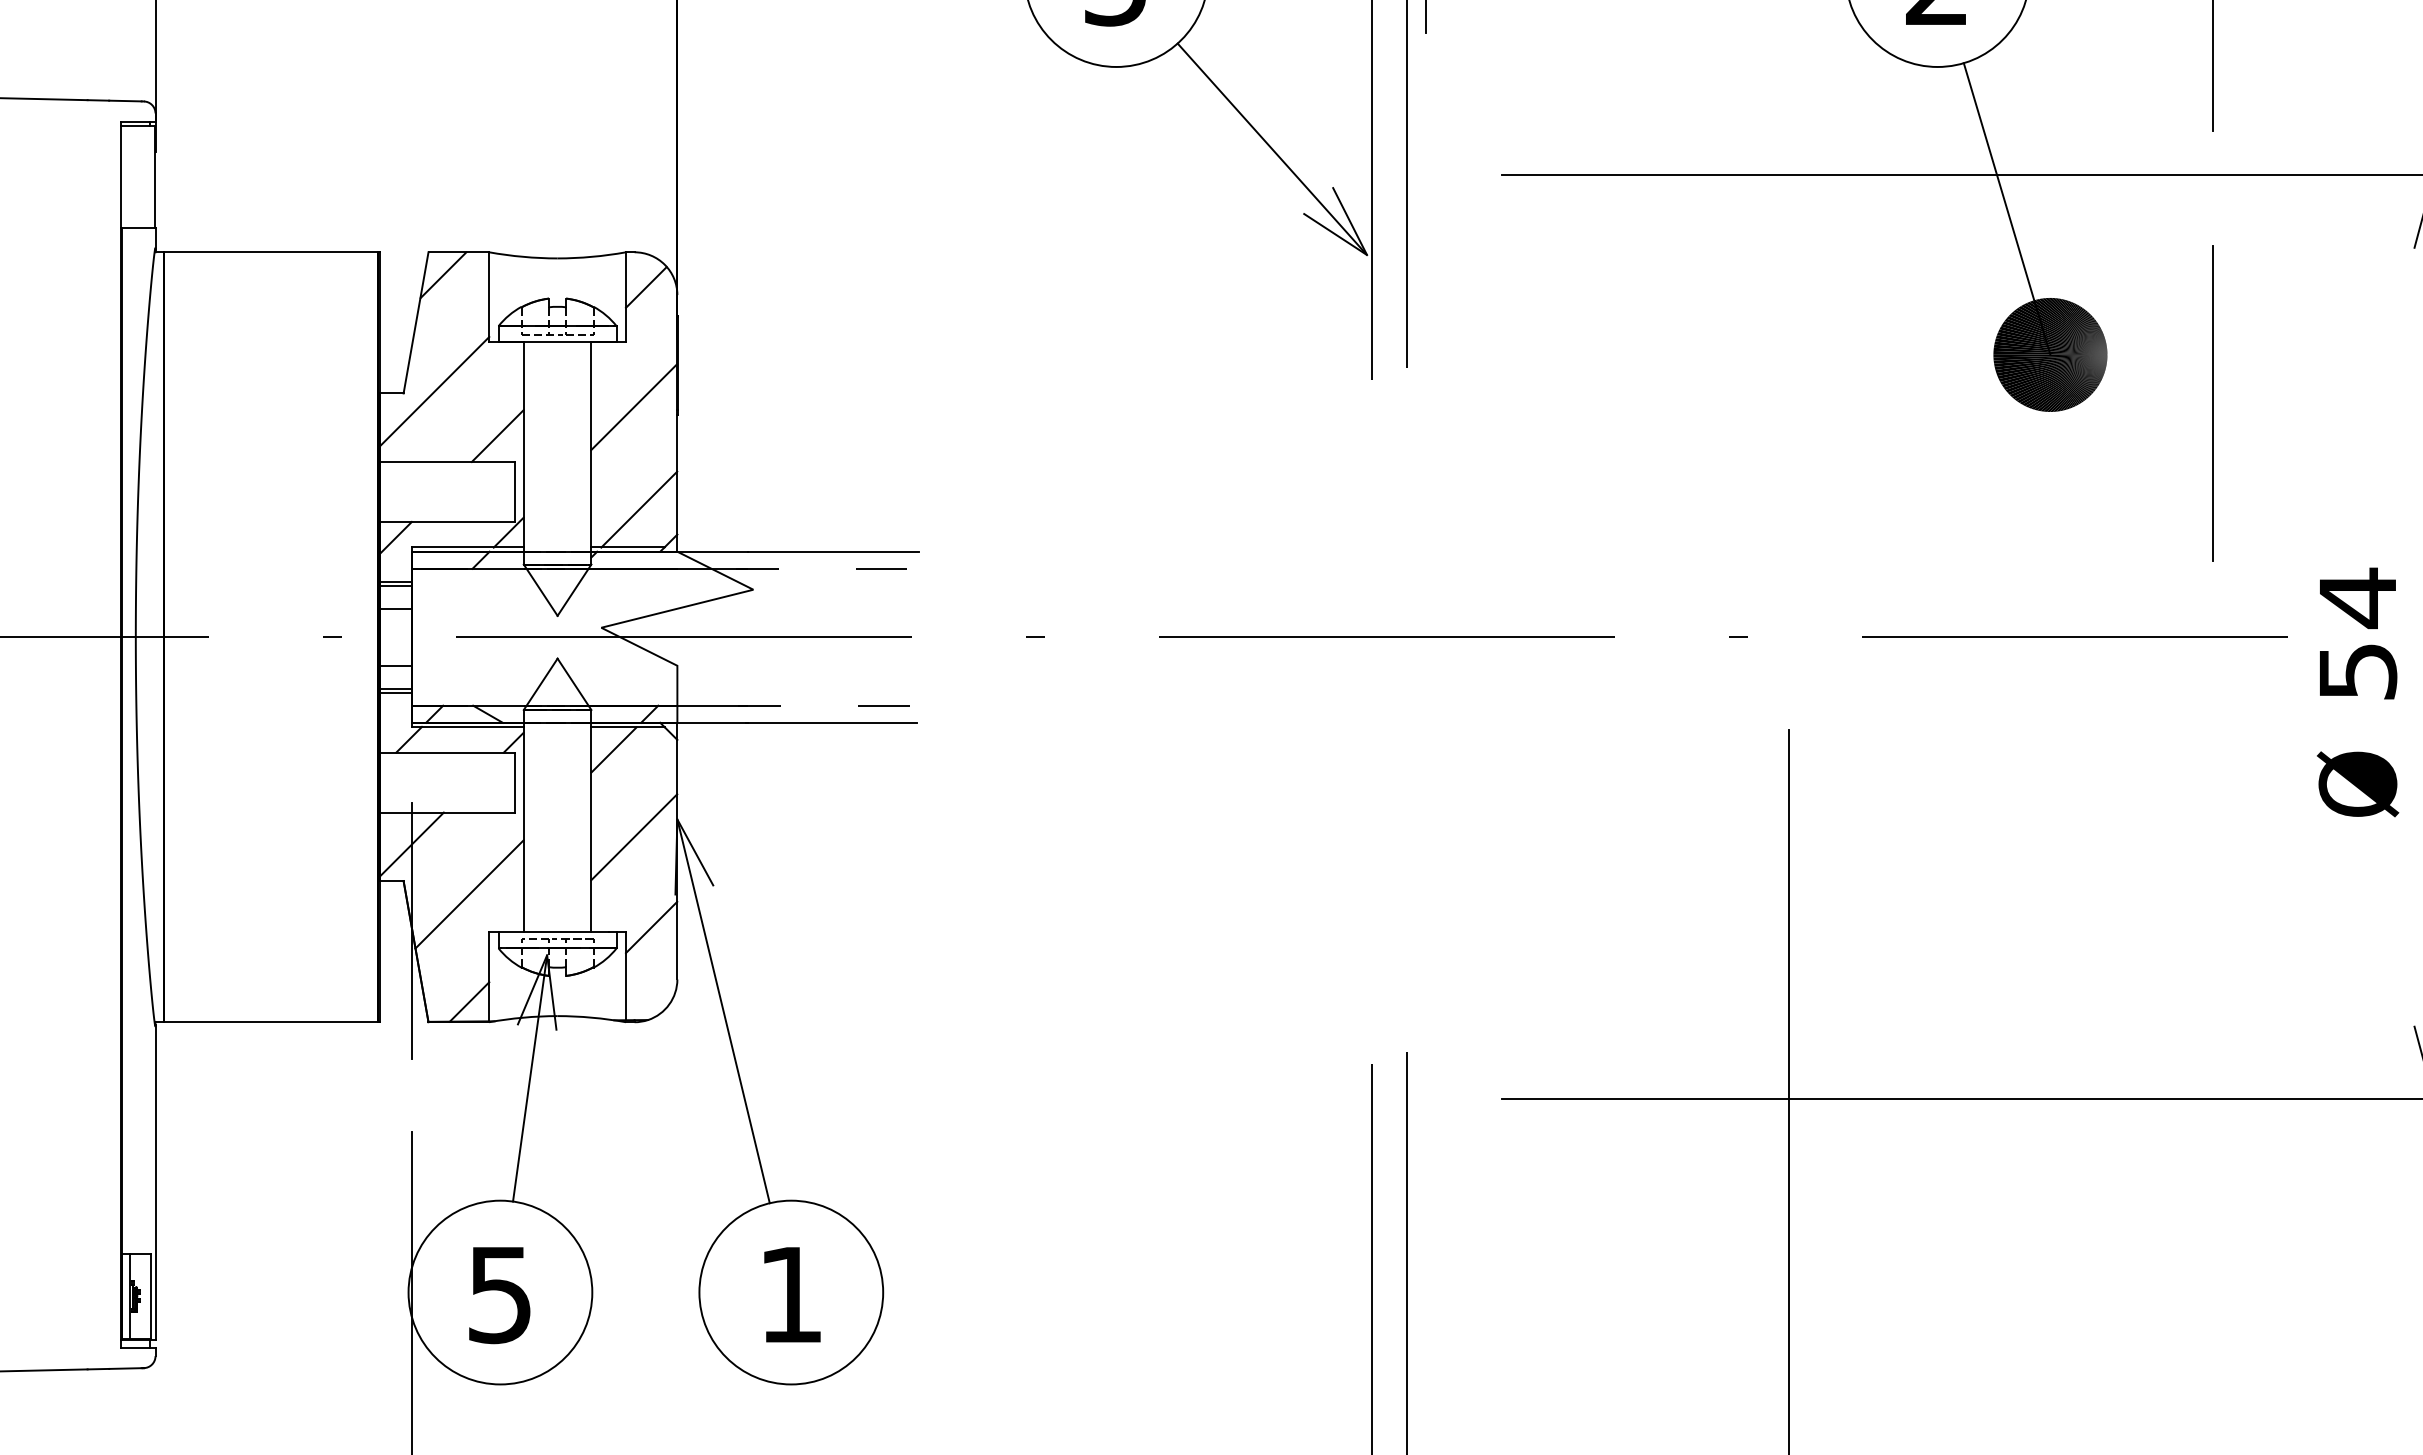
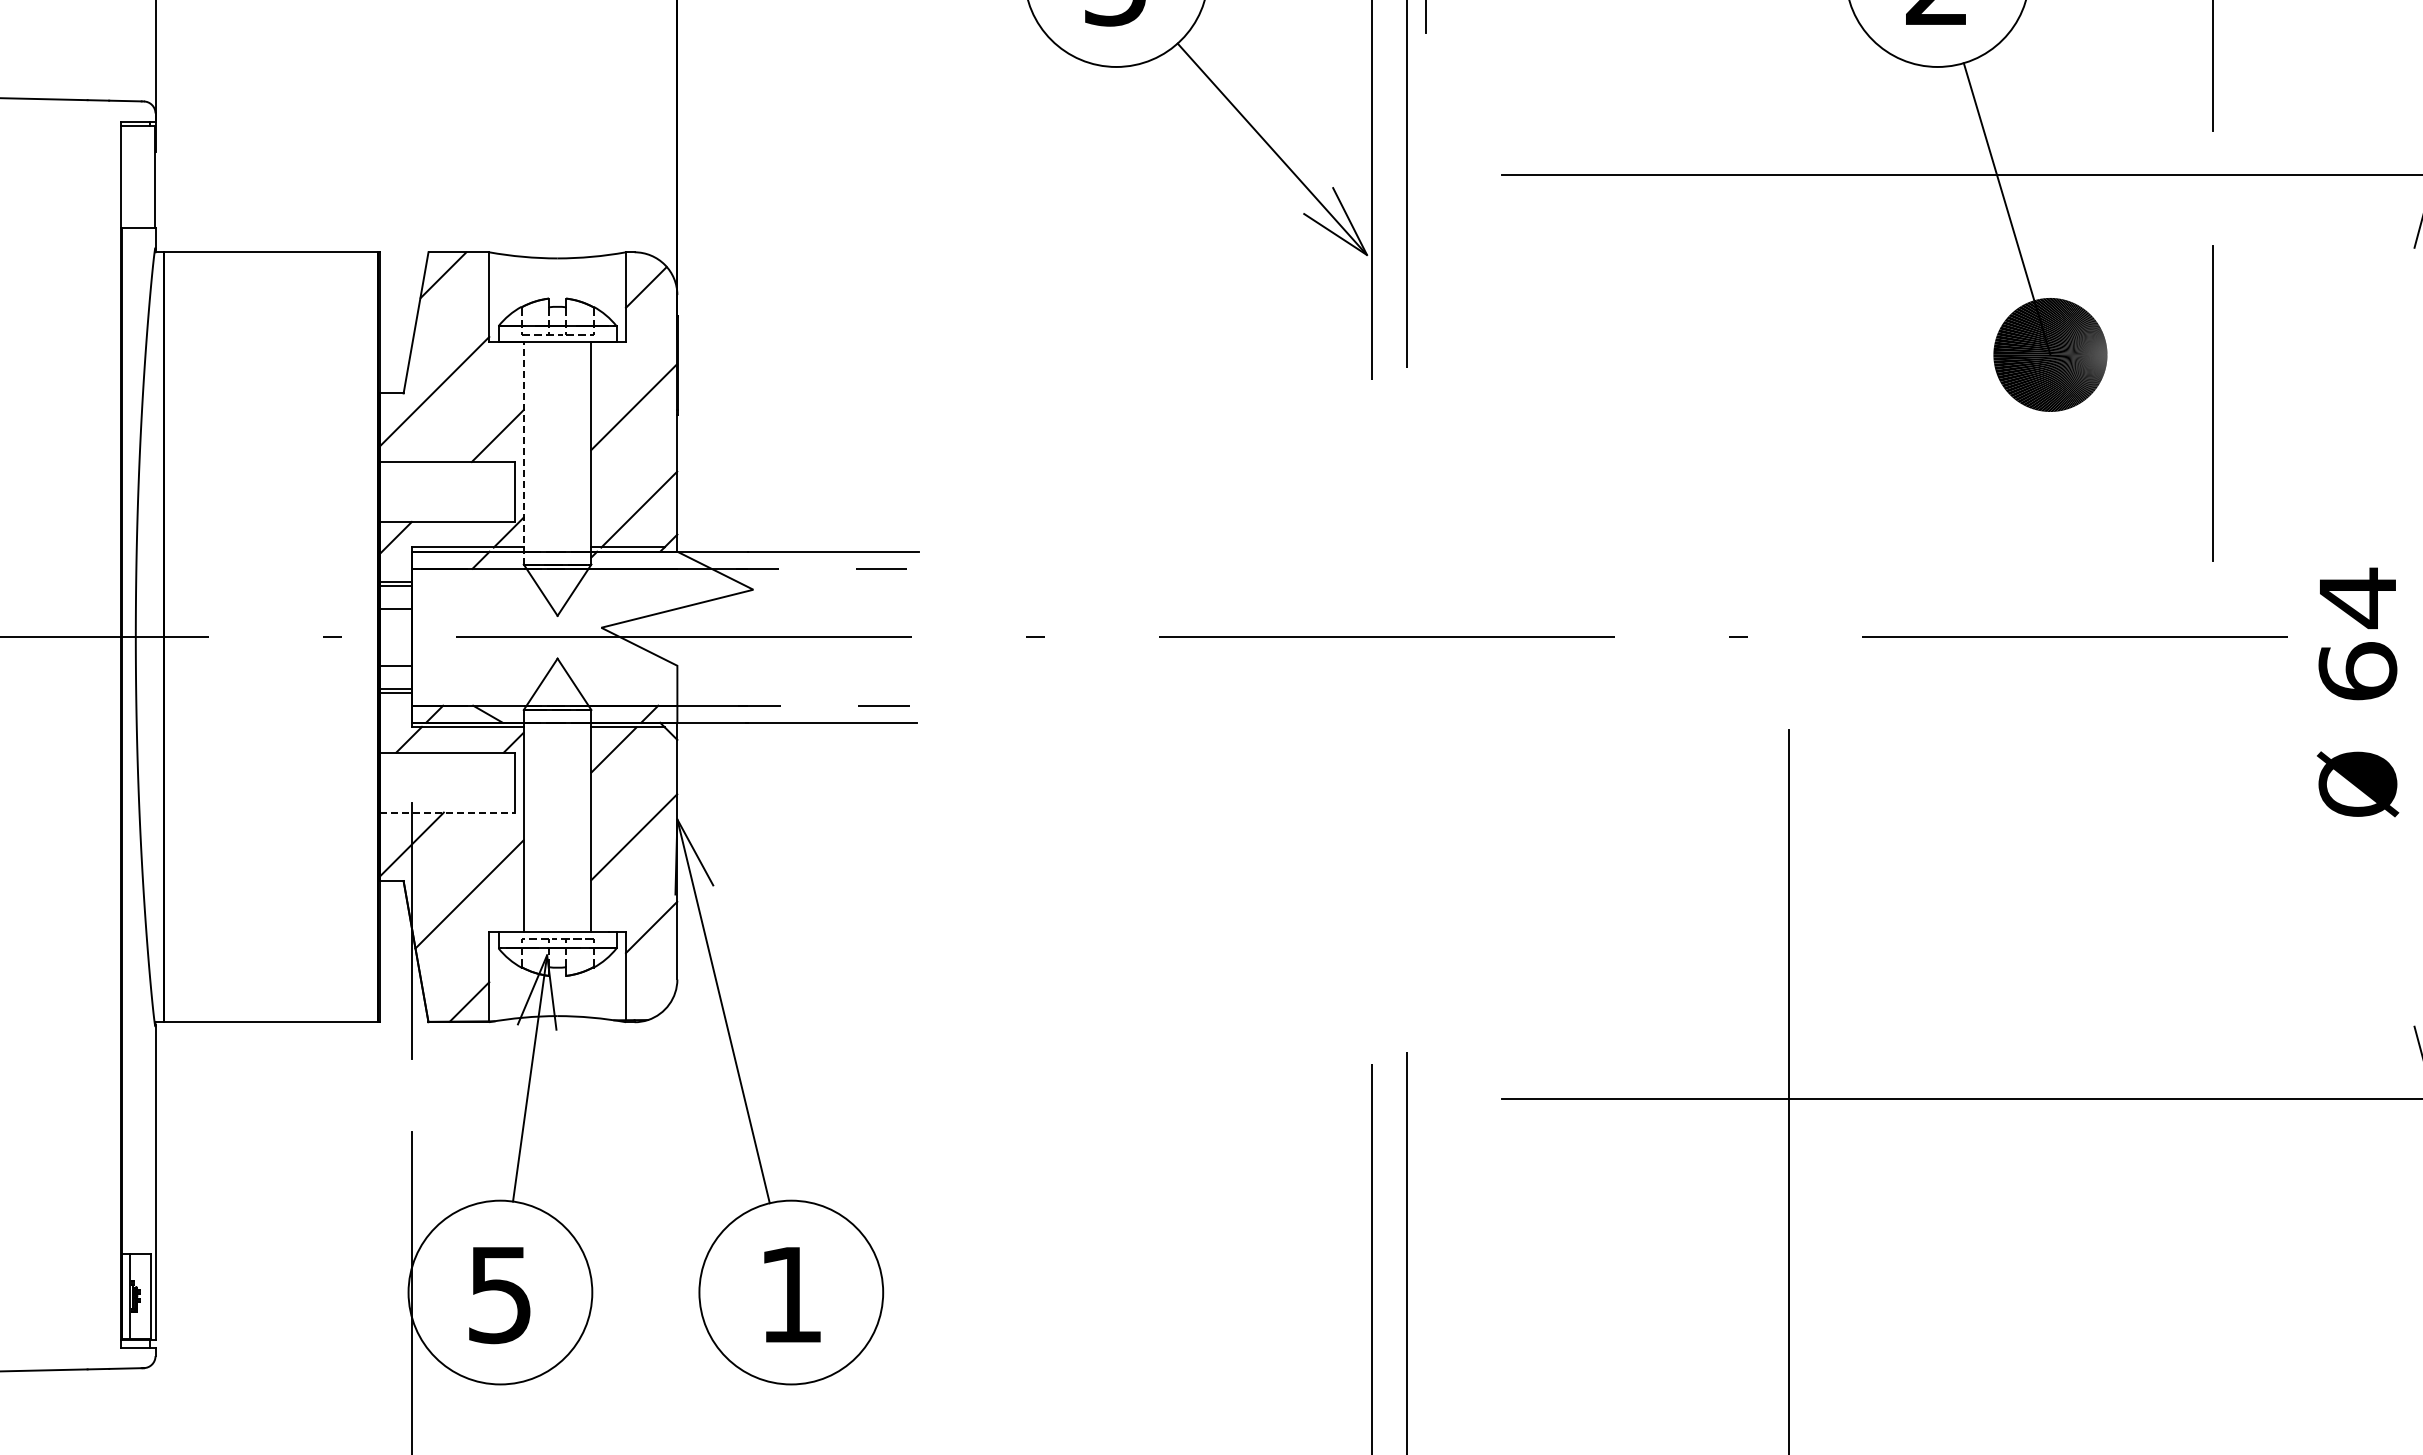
line at (523, 452): solid -> dashed
text at (2357, 671): 54 -> 64
line at (447, 812): solid -> dashed
